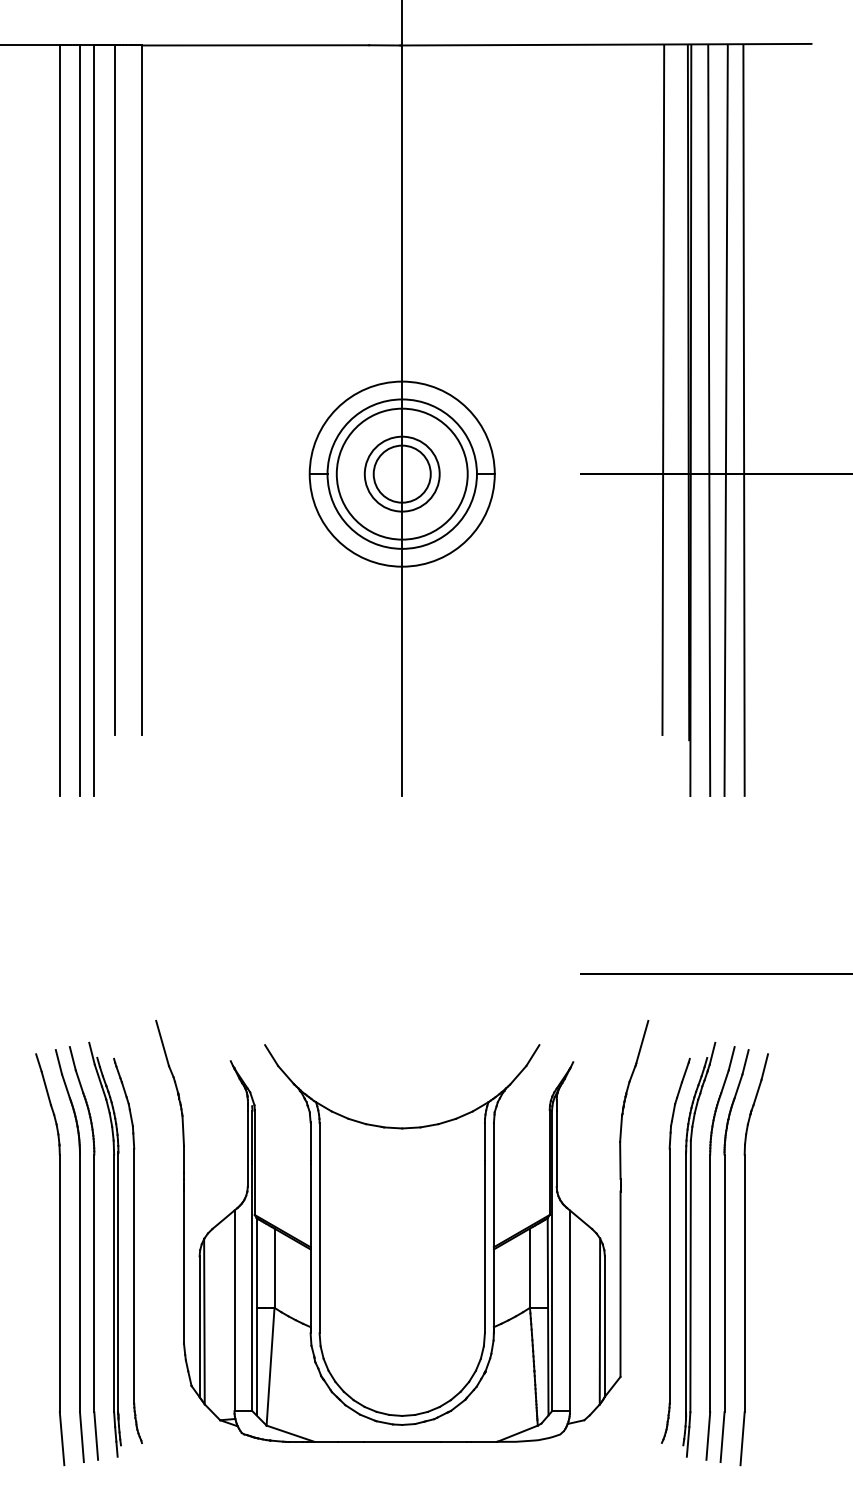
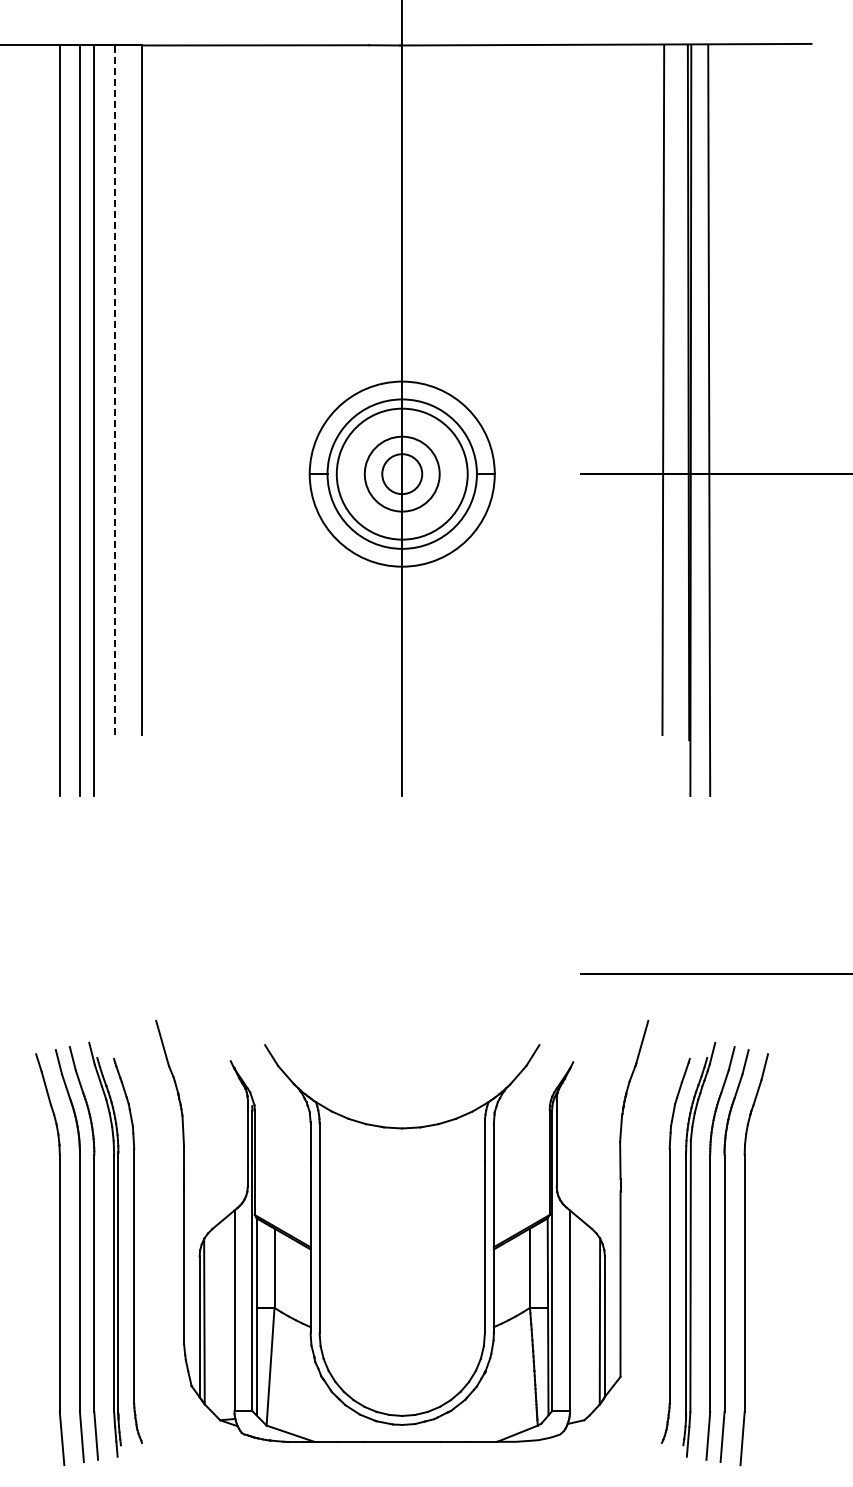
line at (115, 390): solid -> dashed
line at (725, 420): present -> none
line at (743, 420): present -> none
circle at (401, 473) diameter: 57 px -> 40 px
